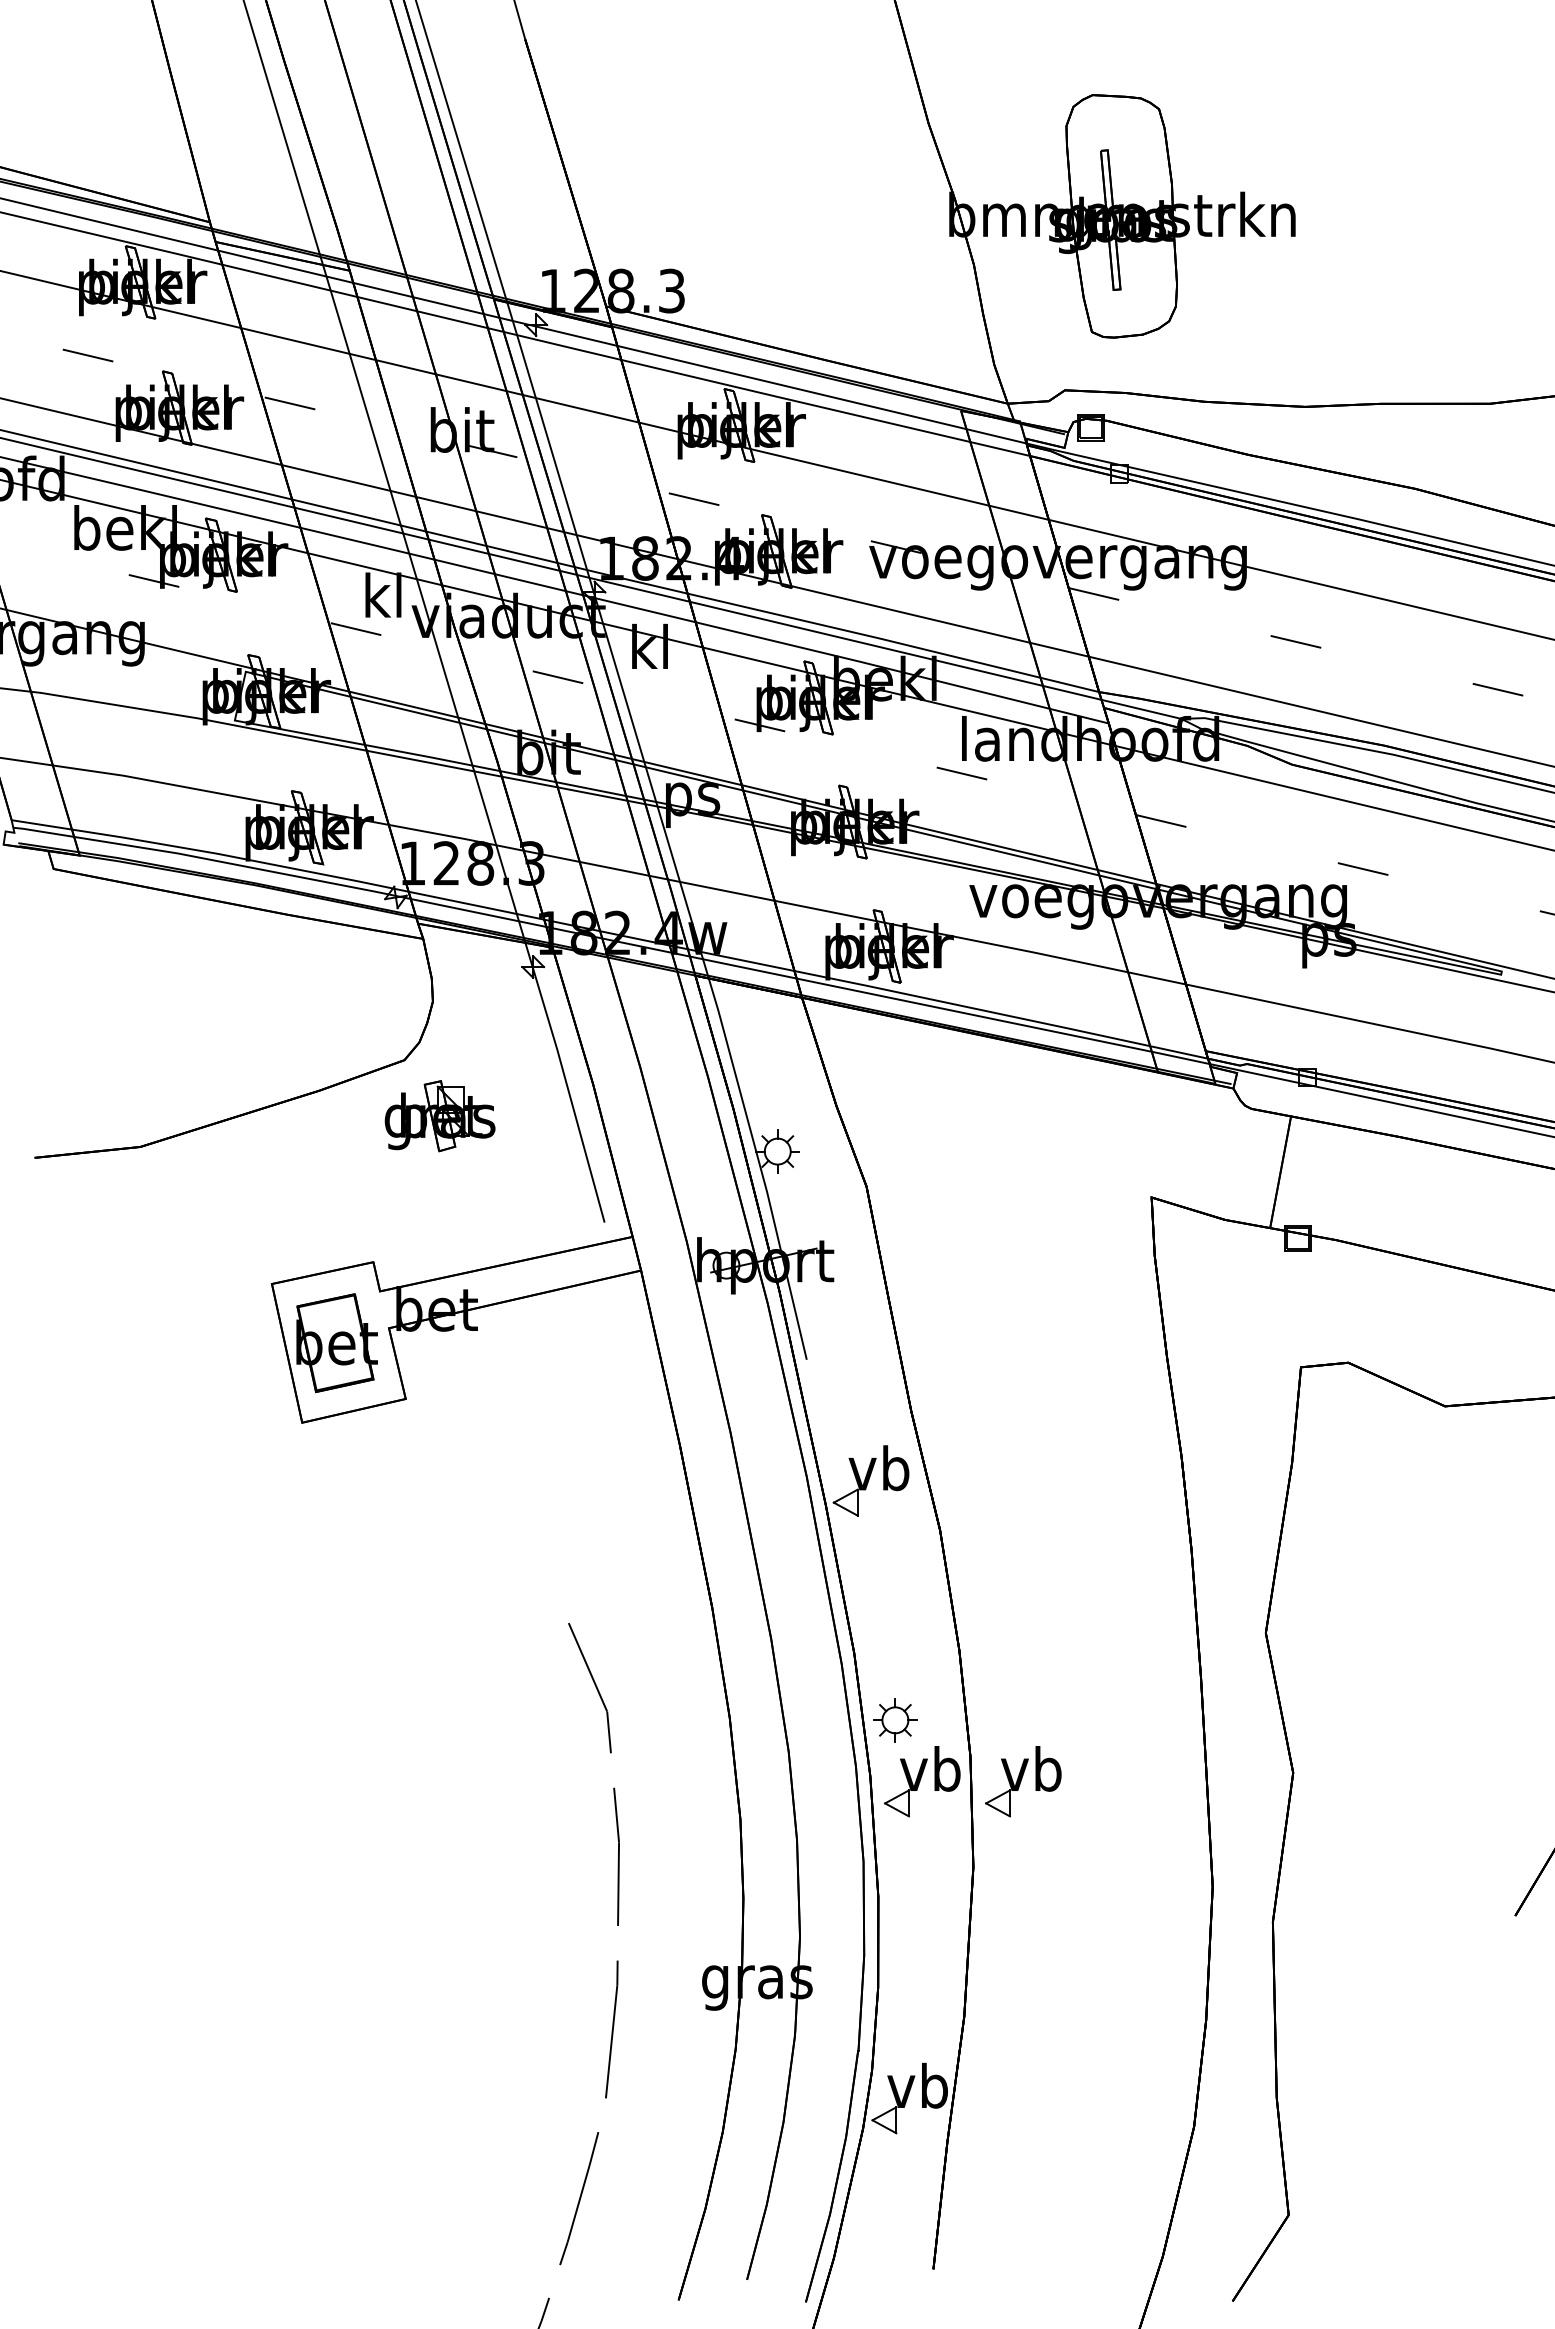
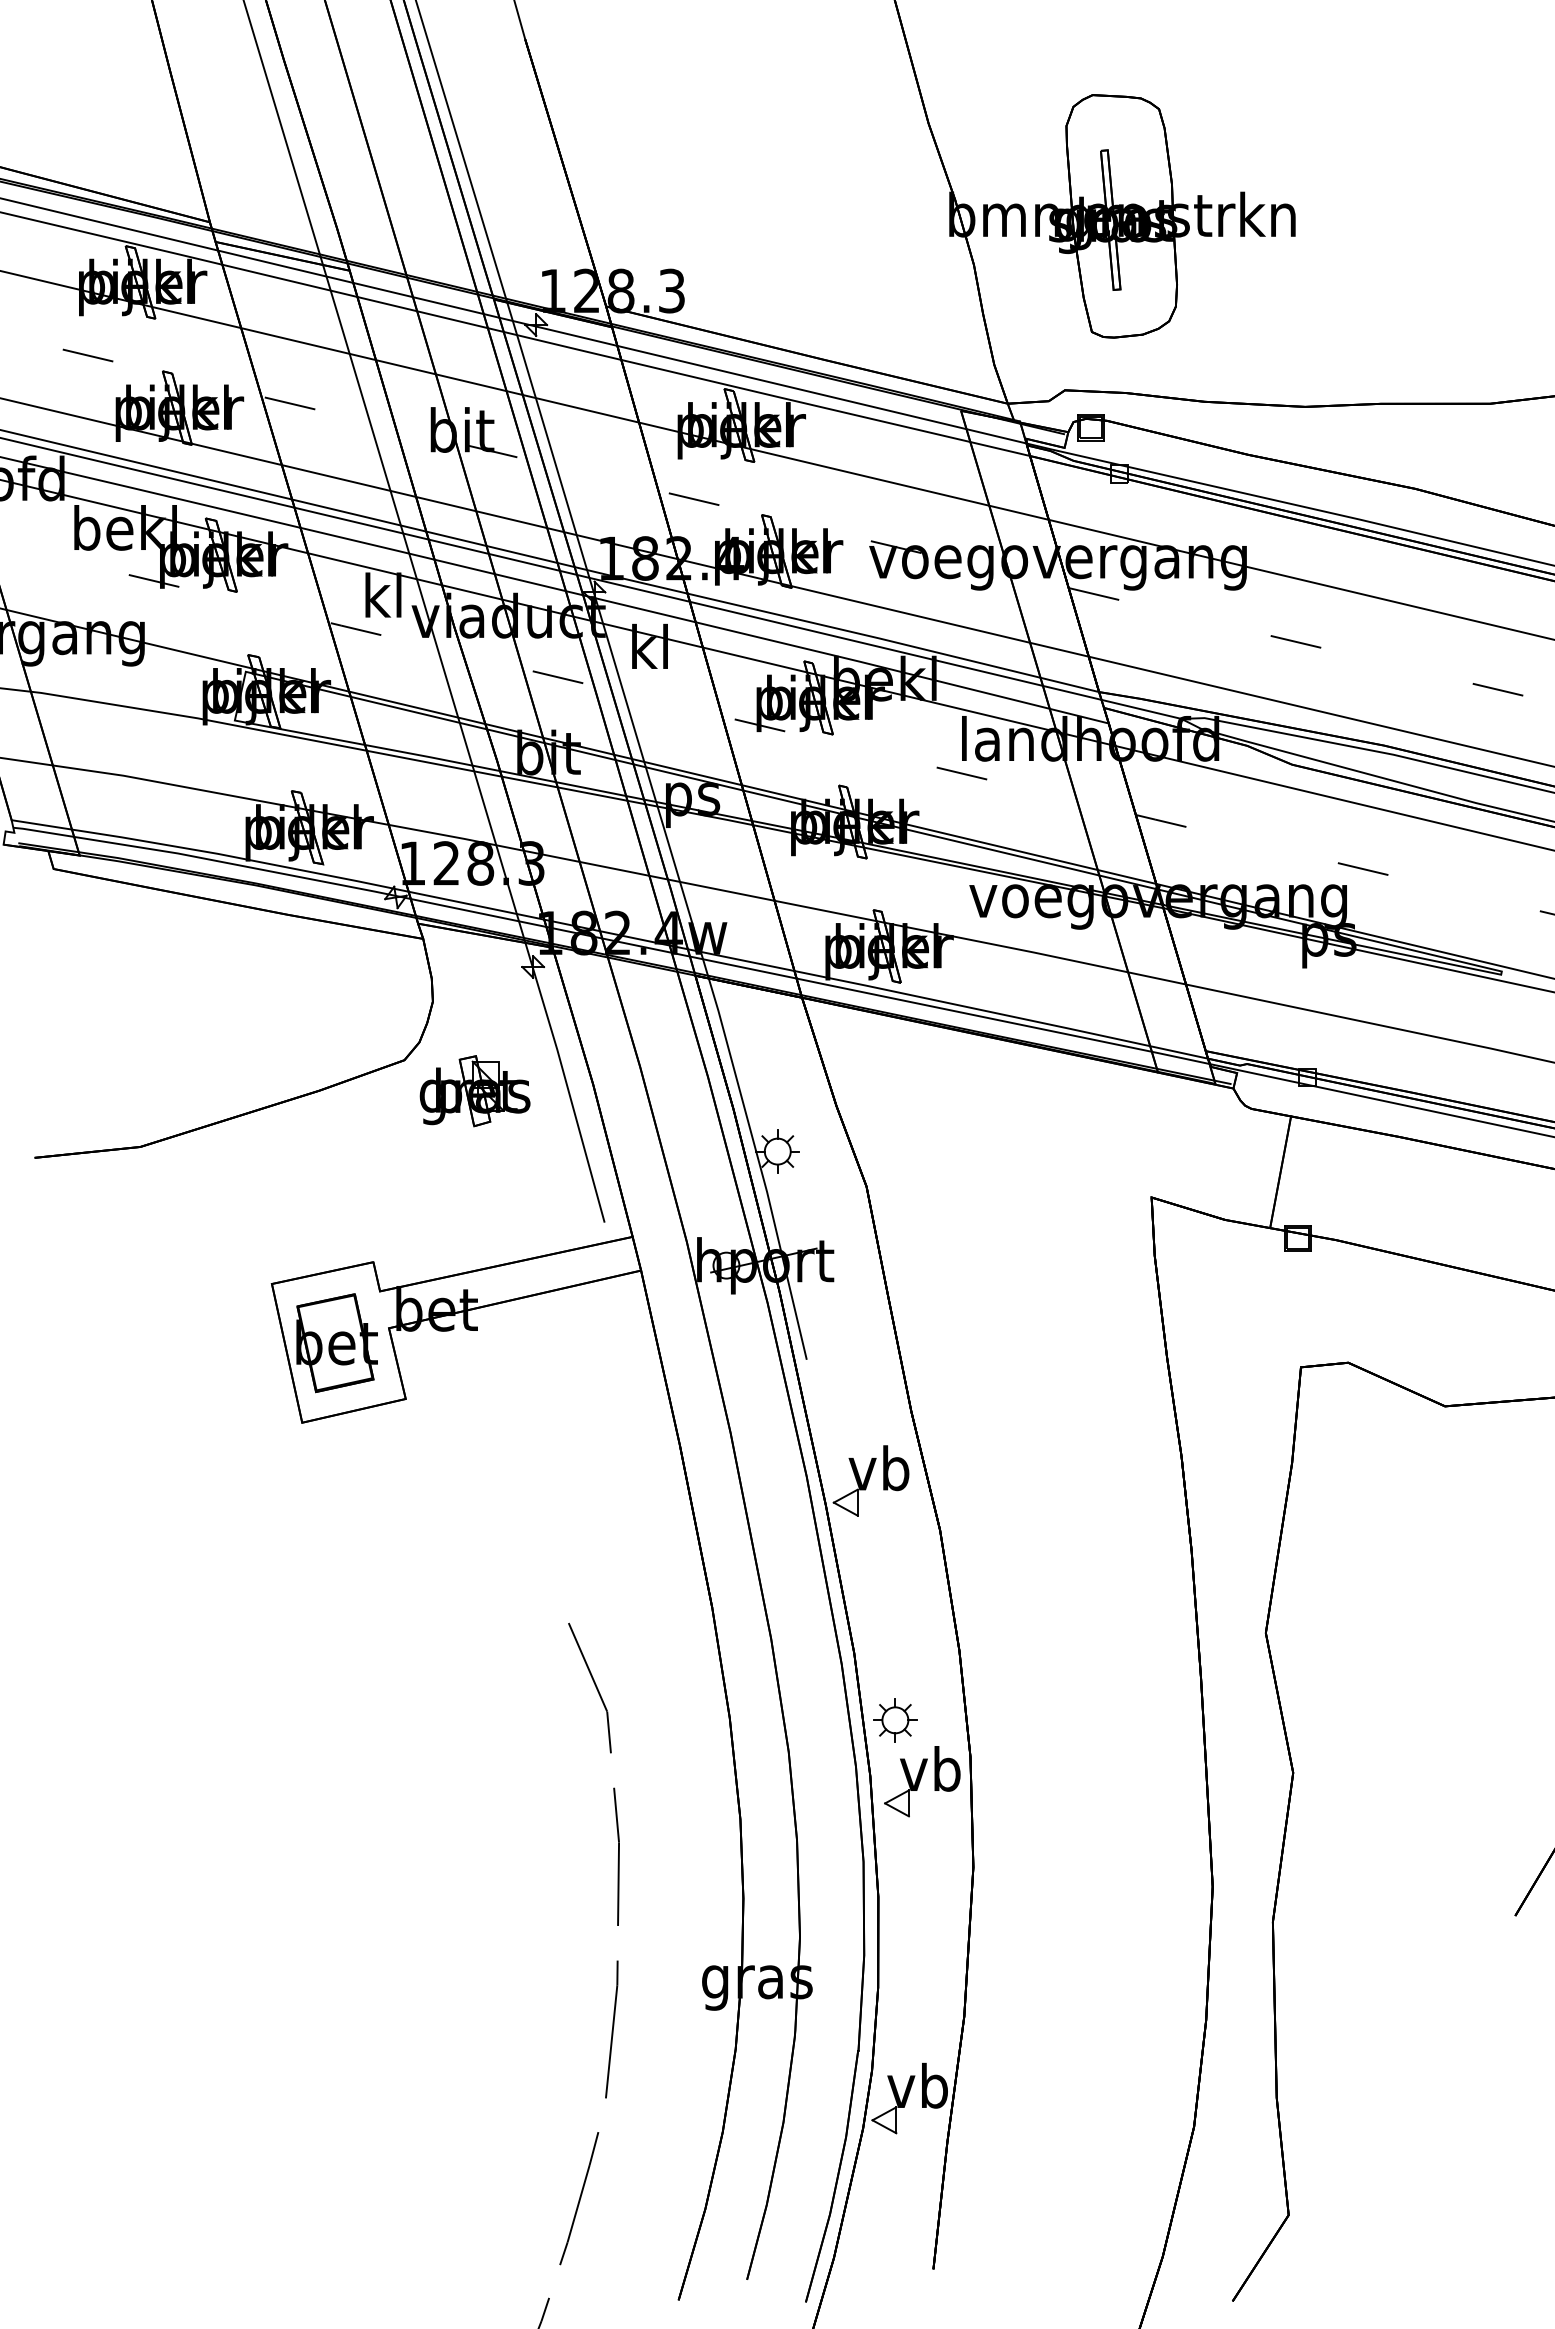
part at (439, 1116) position: (439, 1116) -> (474, 1091)
part at (1023, 1781): present -> none
